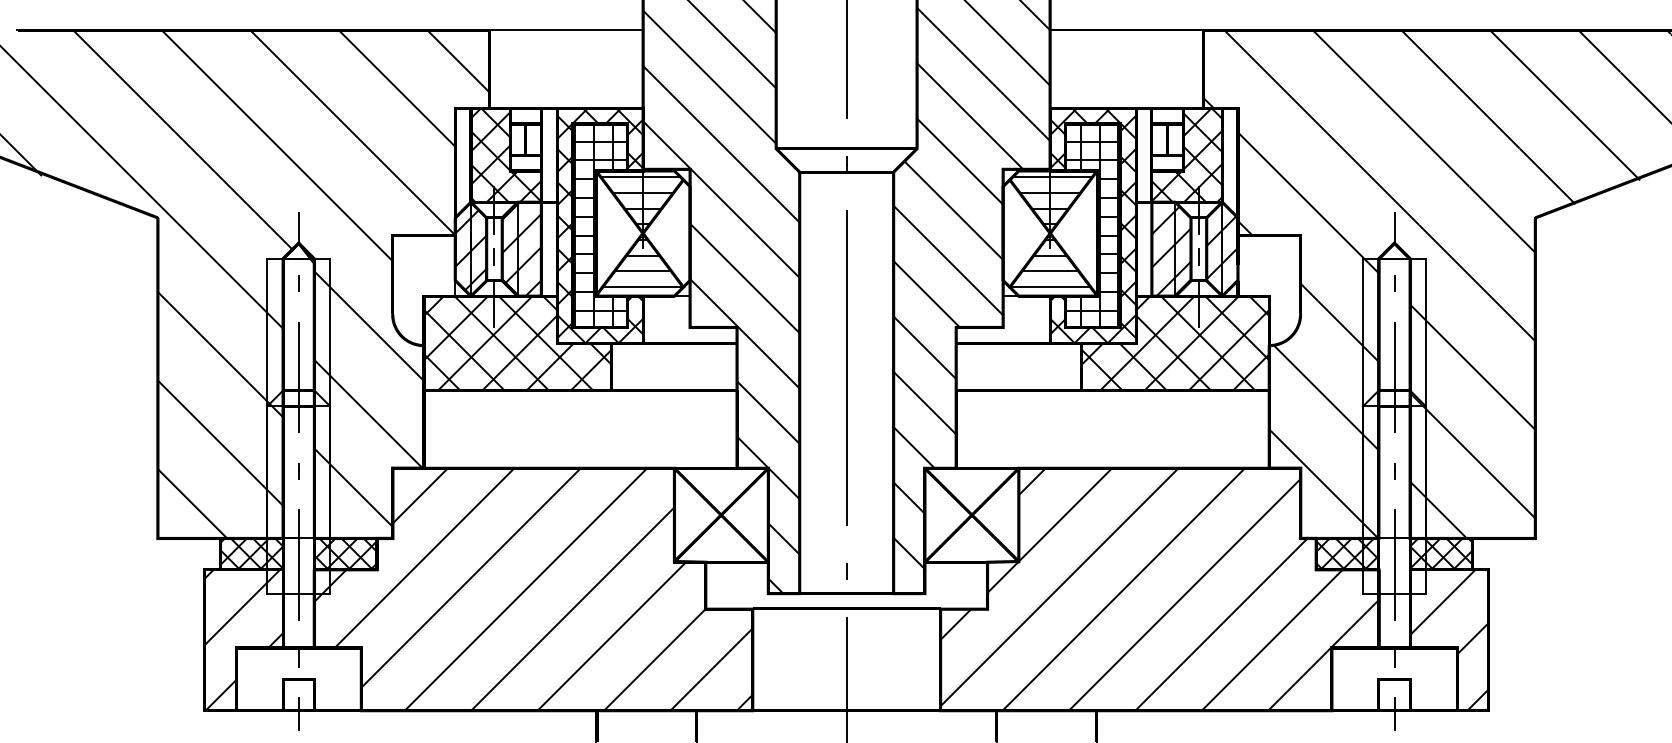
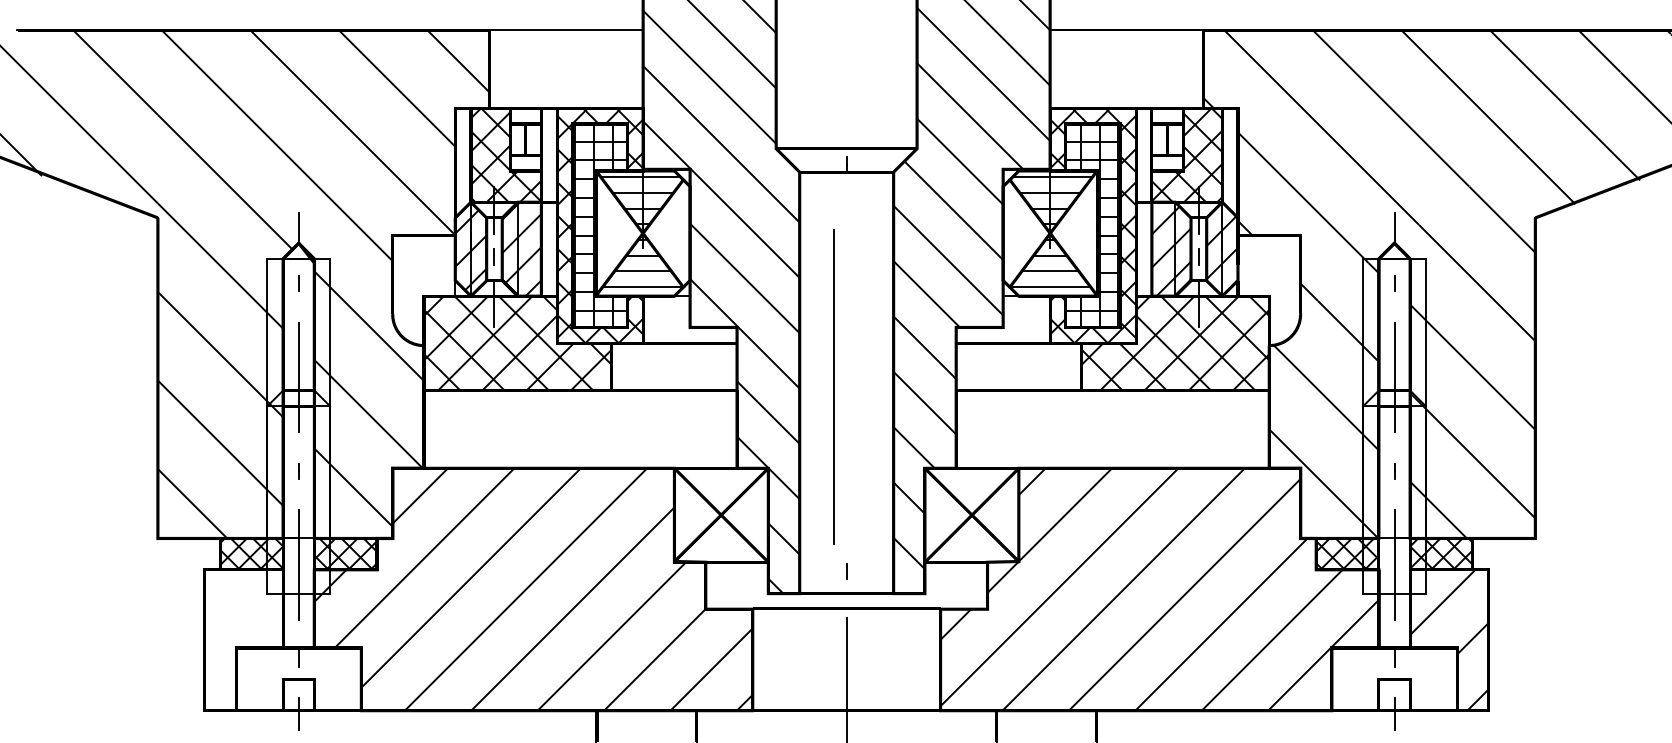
line at (846, 59): present -> none
line at (846, 367) position: (846, 367) -> (833, 386)
hatch at (243, 639): present -> none
